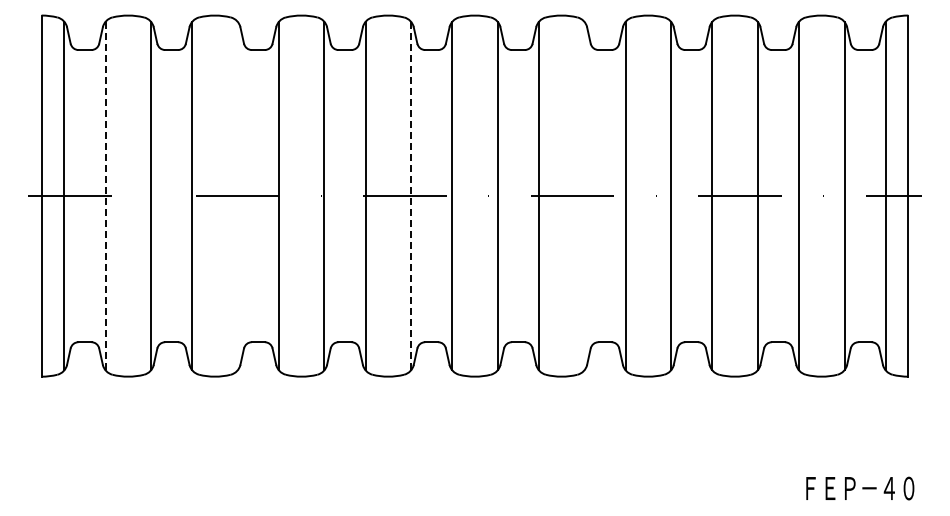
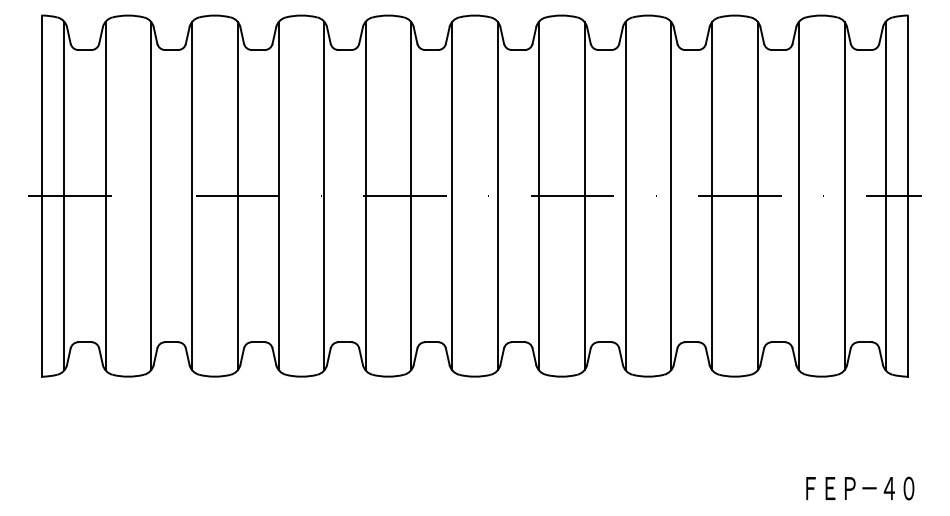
line at (237, 195): none -> present
line at (411, 195): dashed -> solid
line at (584, 195): none -> present
line at (105, 196): dashed -> solid
